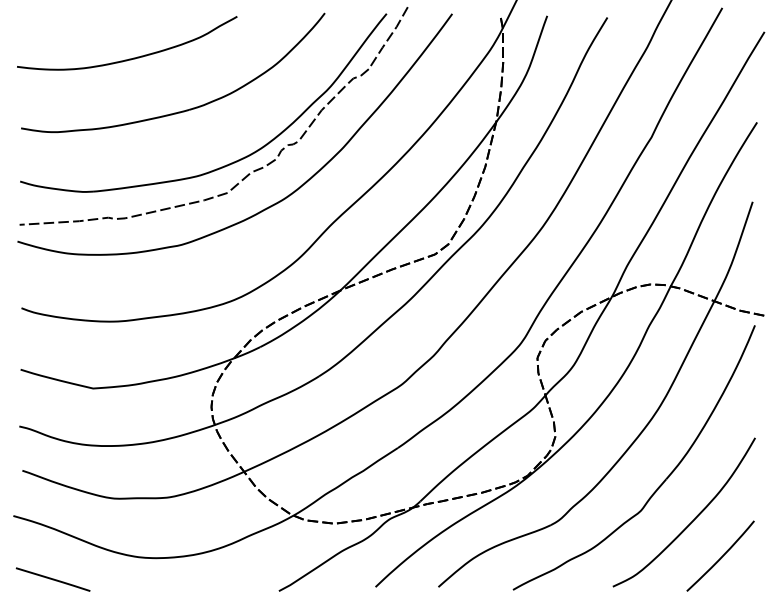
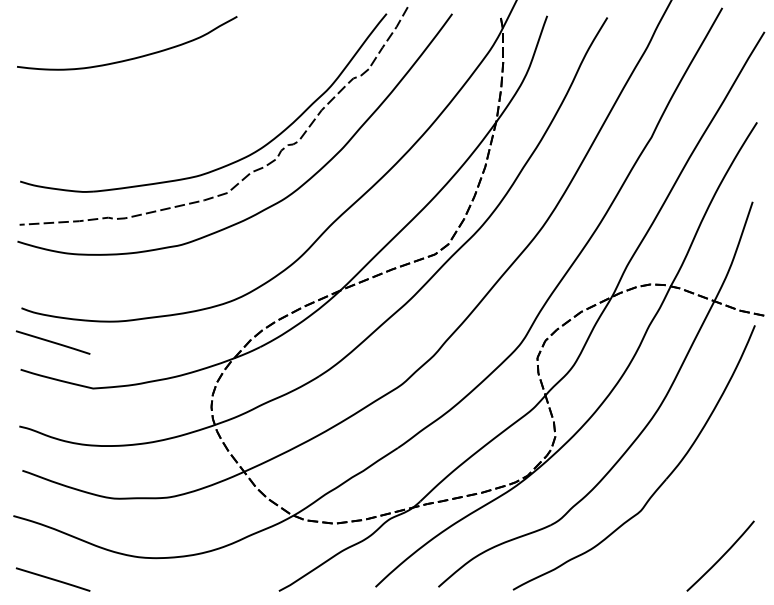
part at (182, 110): present -> none
line at (52, 342): none -> present
curve at (692, 520): present -> none
